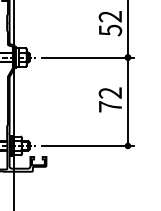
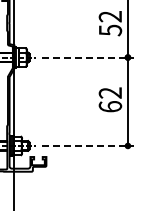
line at (88, 57): solid -> dashed
text at (110, 106): 72 -> 62
line at (88, 145): solid -> dashed
